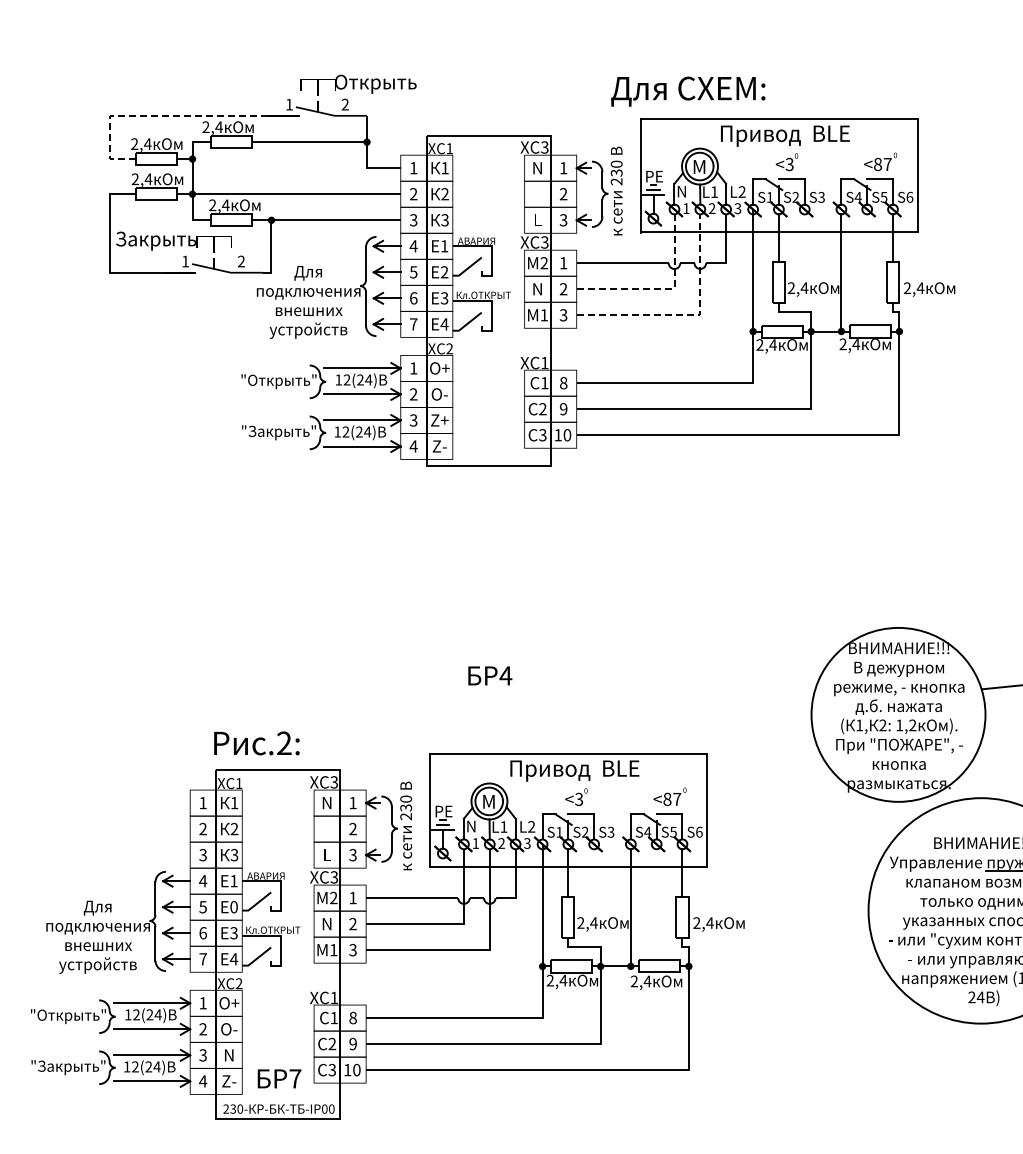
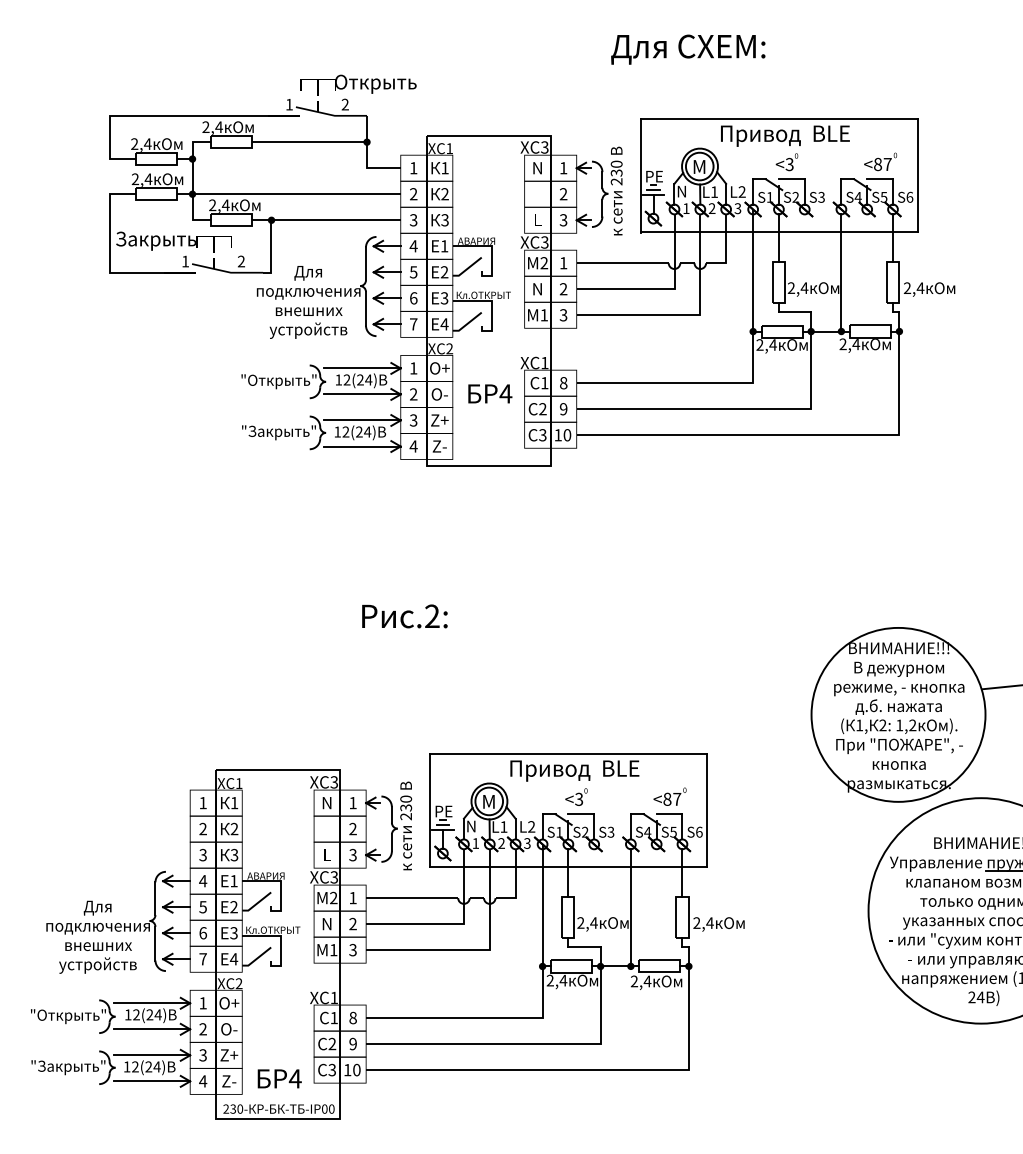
text at (688, 91) position: (688, 91) -> (688, 49)
line at (153, 115): dashed -> solid
line at (663, 289): dashed -> solid
line at (689, 315): dashed -> solid
text at (490, 675) position: (490, 675) -> (490, 393)
text at (256, 743) position: (256, 743) -> (404, 616)
text at (233, 907): 0 -> 2
text at (229, 1055): N -> Z+
text at (294, 1078): 7 -> 4
